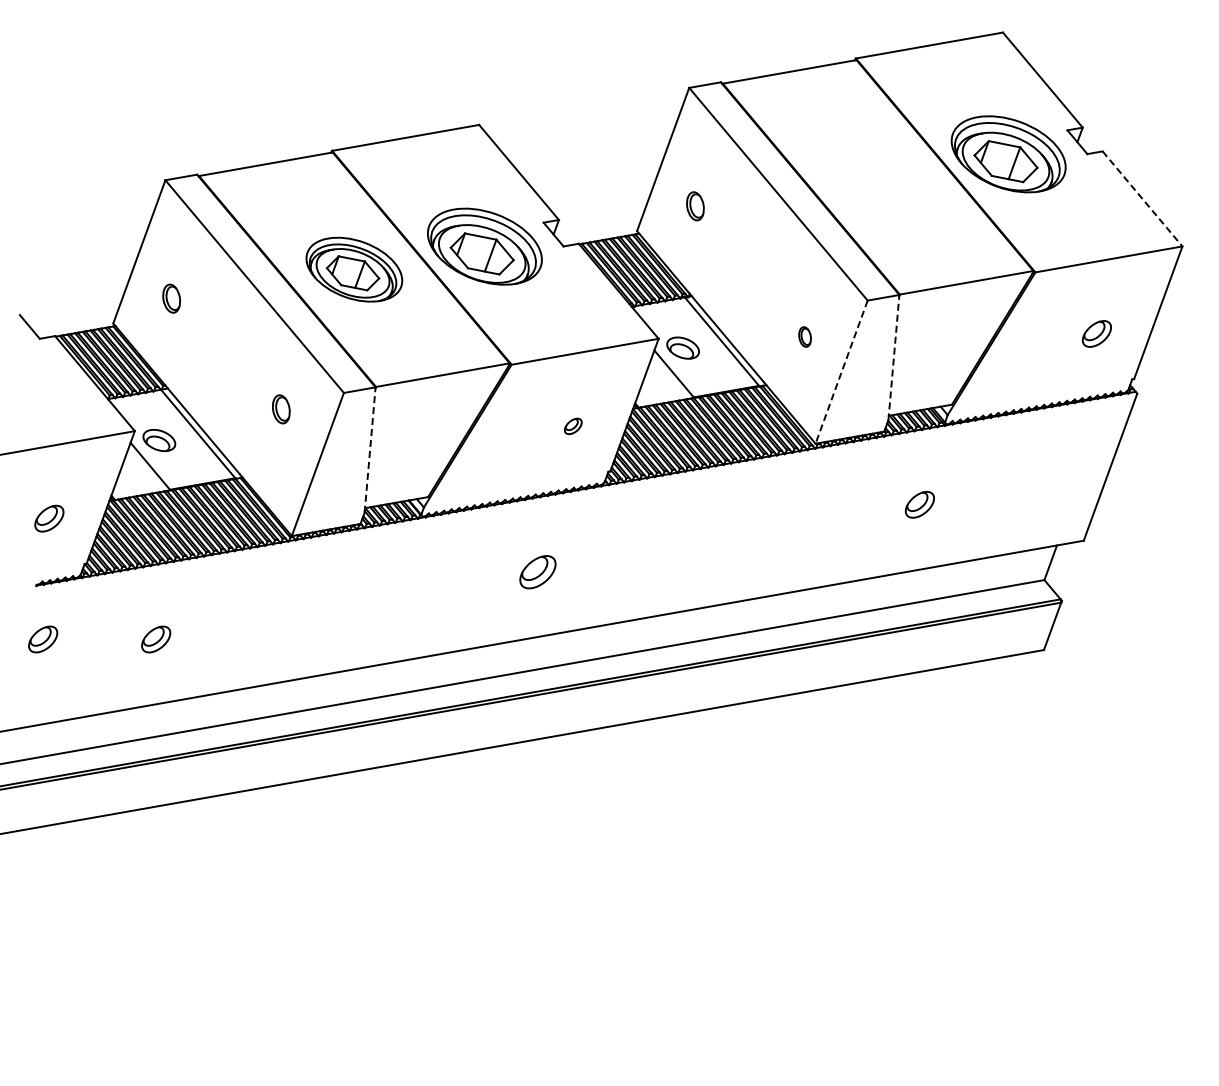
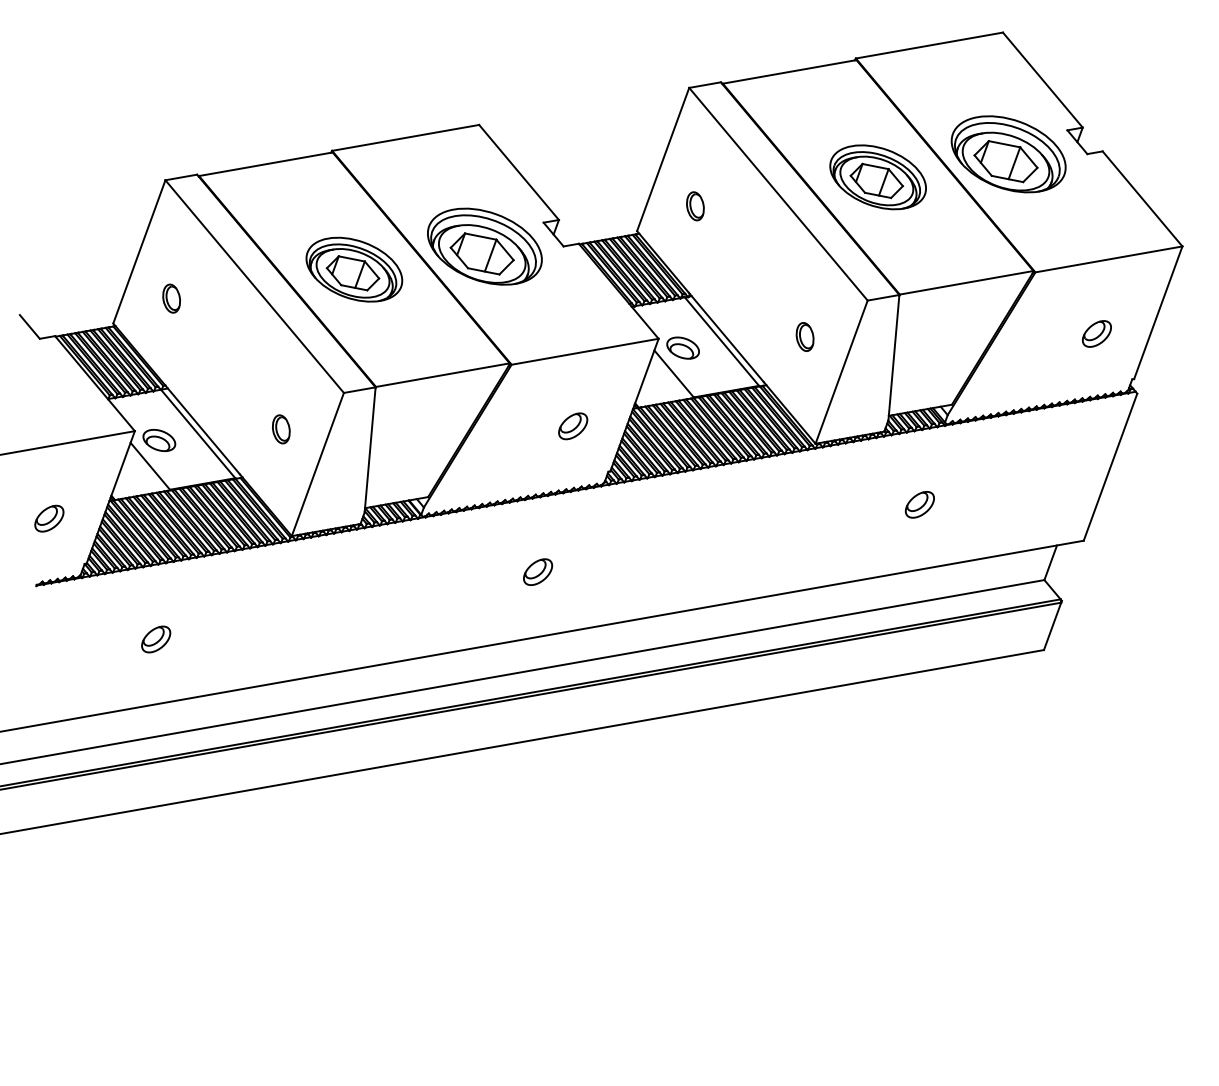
part at (877, 177): none -> present
line at (1142, 199): dashed -> solid
part at (804, 336) size: 14x22 px -> 20x30 px
line at (893, 357): dashed -> solid
line at (841, 372): dashed -> solid
part at (281, 409) position: (281, 409) -> (281, 429)
part at (573, 426) size: 19x19 px -> 31x29 px
line at (370, 450): dashed -> solid
part at (537, 572) size: 38x35 px -> 31x28 px
part at (43, 639): present -> none
